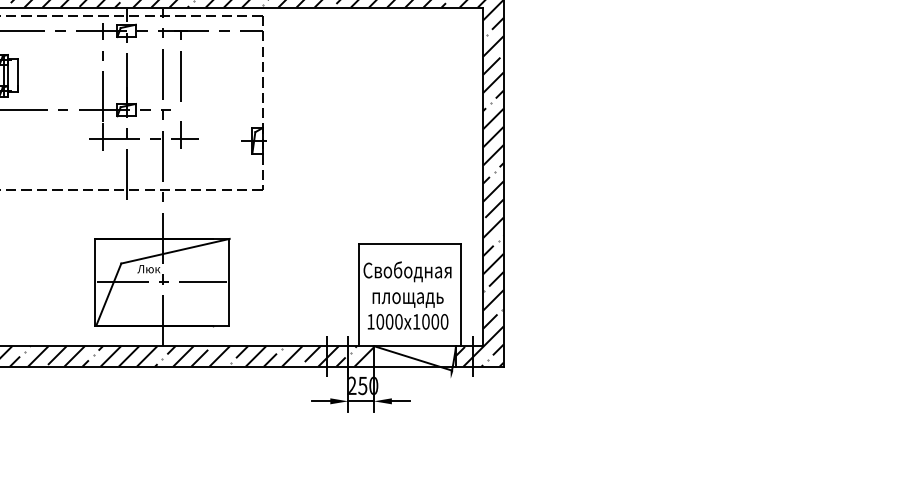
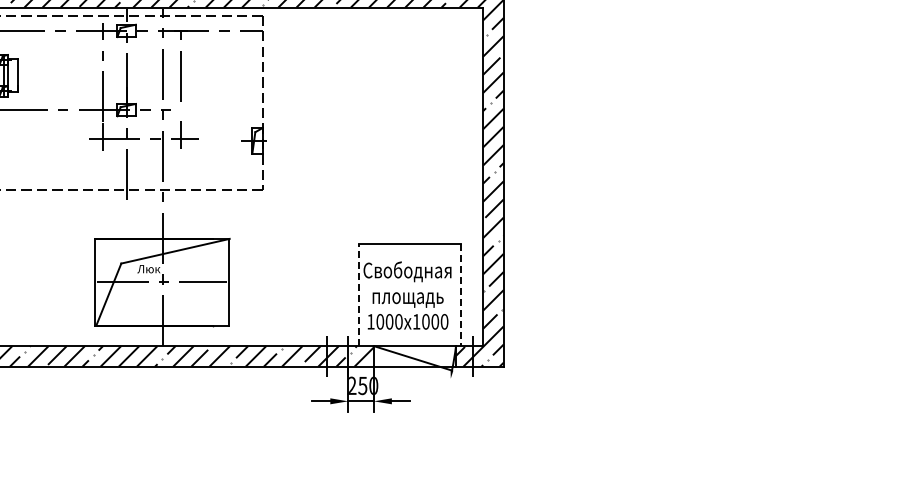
line at (358, 294): solid -> dashed
line at (461, 295): solid -> dashed
